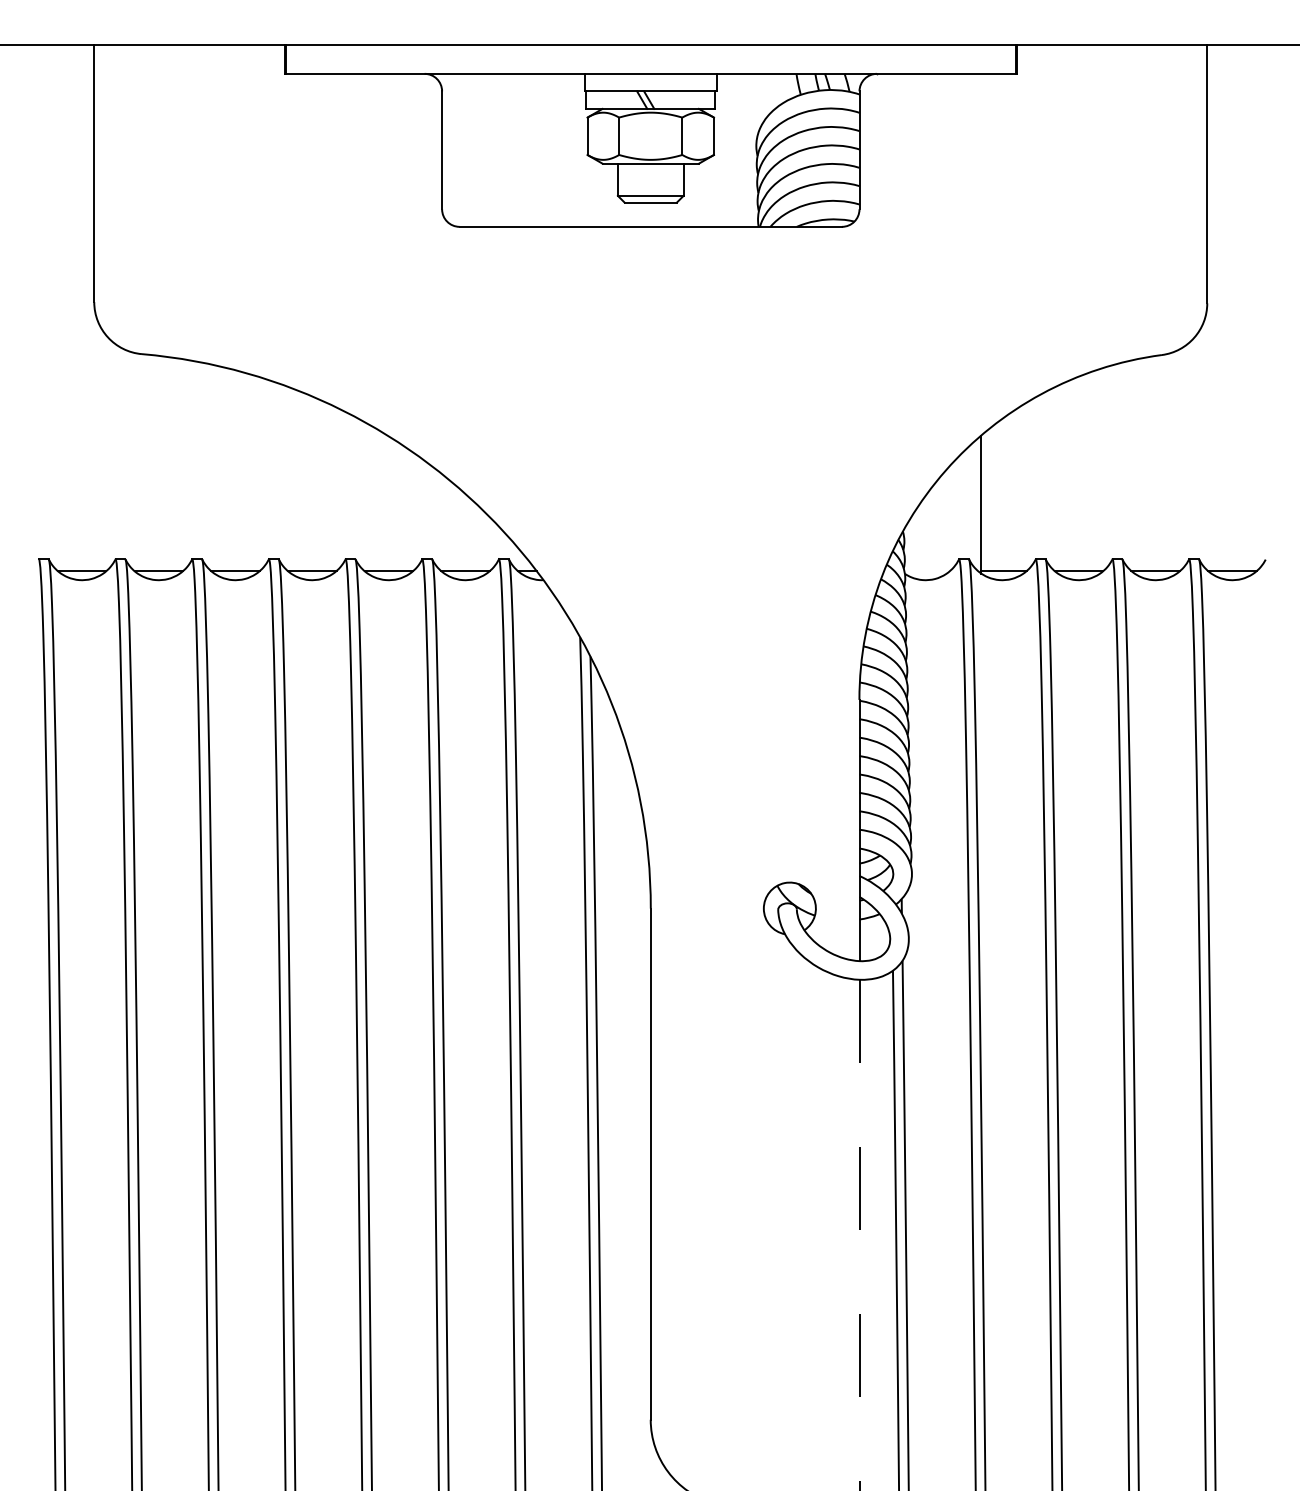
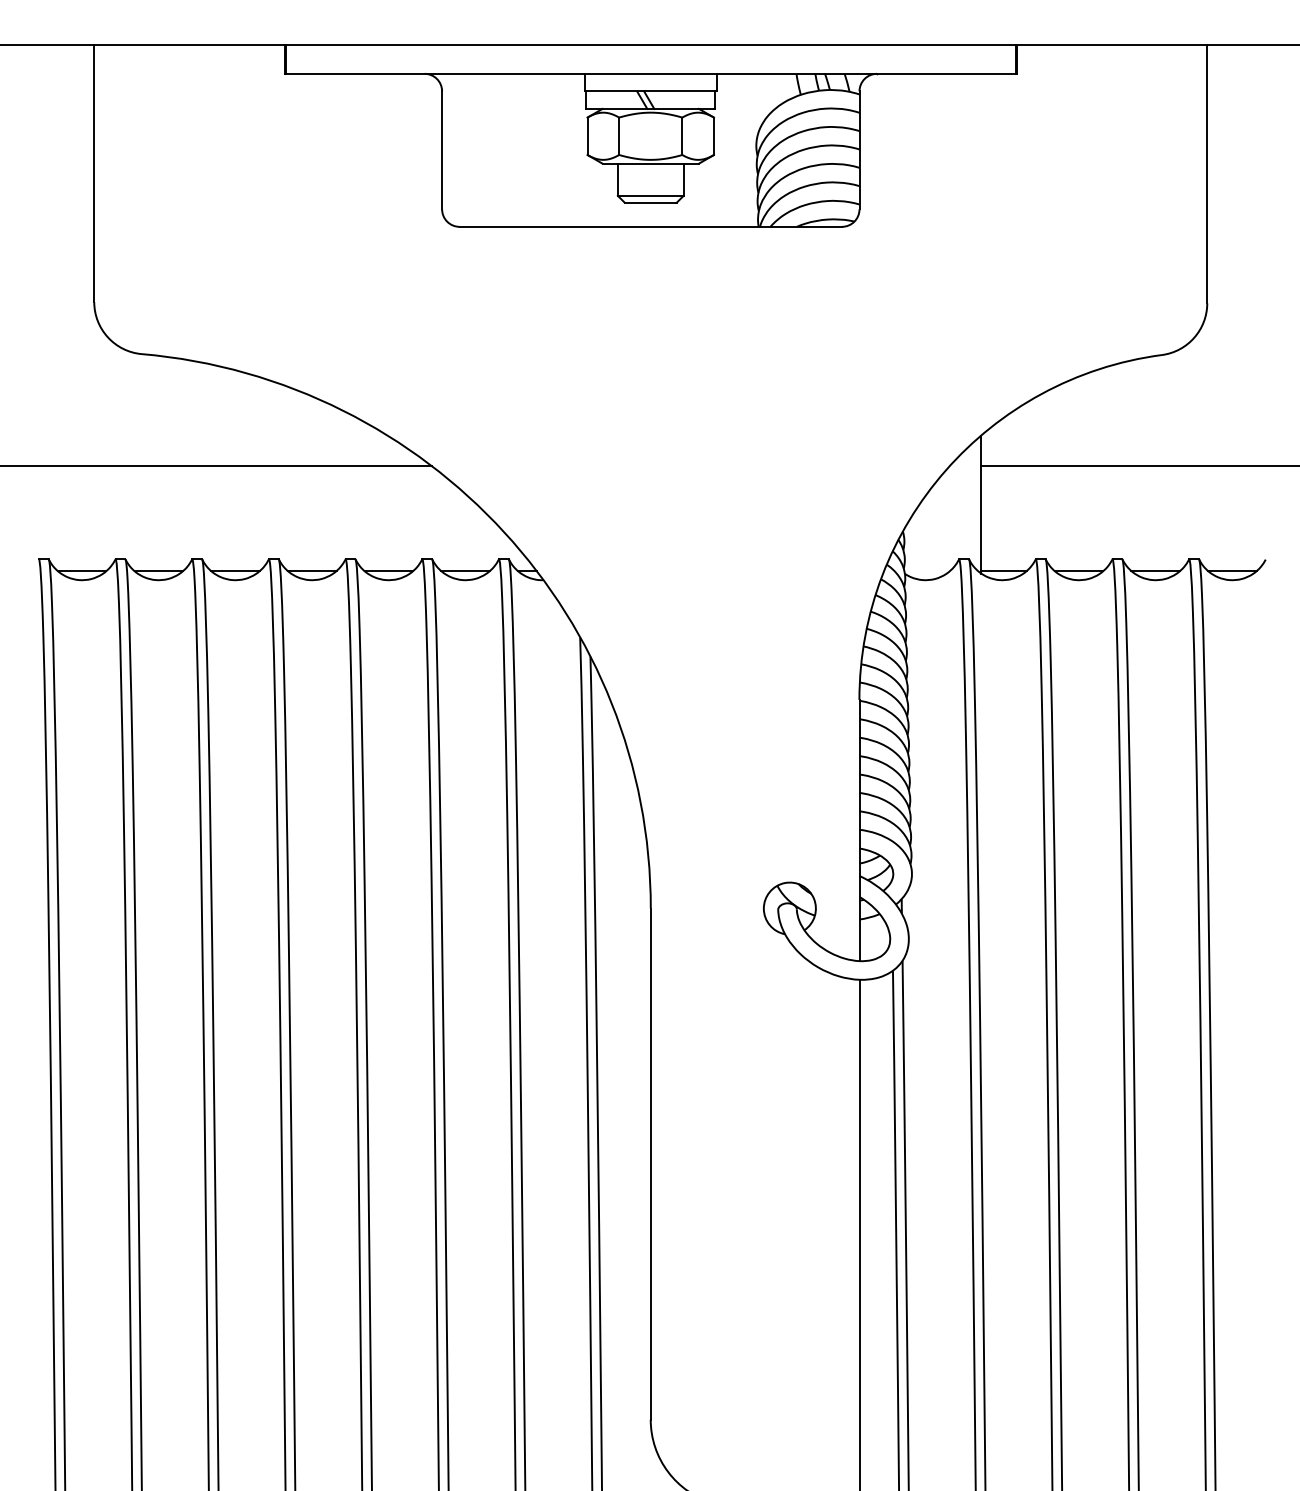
line at (217, 466): none -> present
line at (1138, 466): none -> present
line at (859, 1235): dashed -> solid
